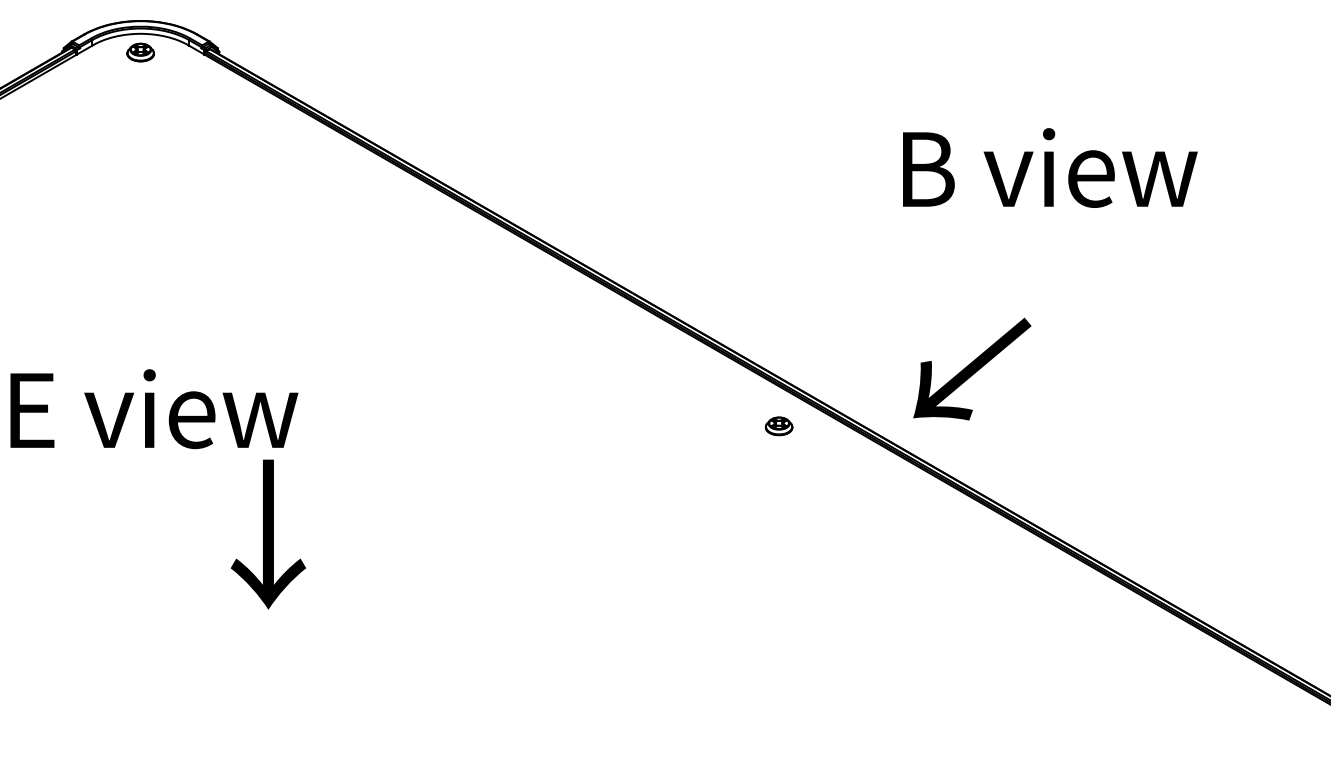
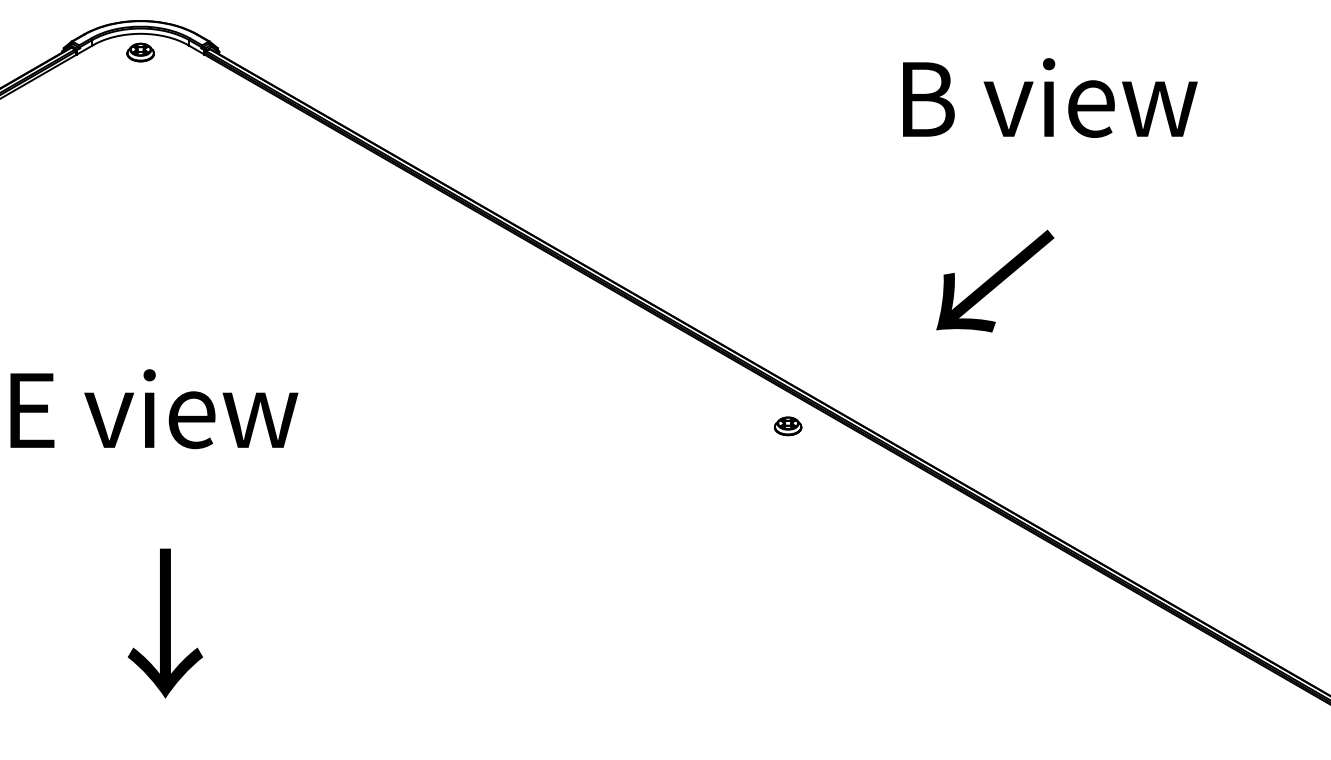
text at (1050, 167) position: (1050, 167) -> (1050, 97)
text at (972, 368) position: (972, 368) -> (995, 280)
part at (778, 426) position: (778, 426) -> (787, 426)
text at (267, 534) position: (267, 534) -> (164, 623)
